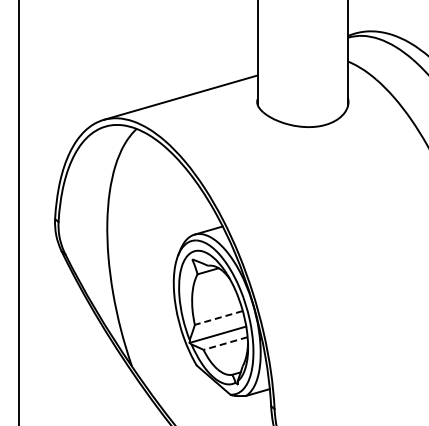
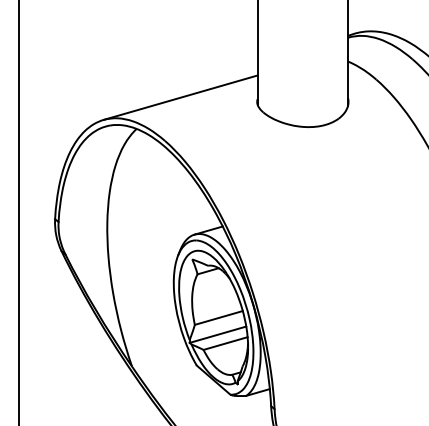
line at (218, 317): dashed -> solid
line at (225, 343): dashed -> solid
